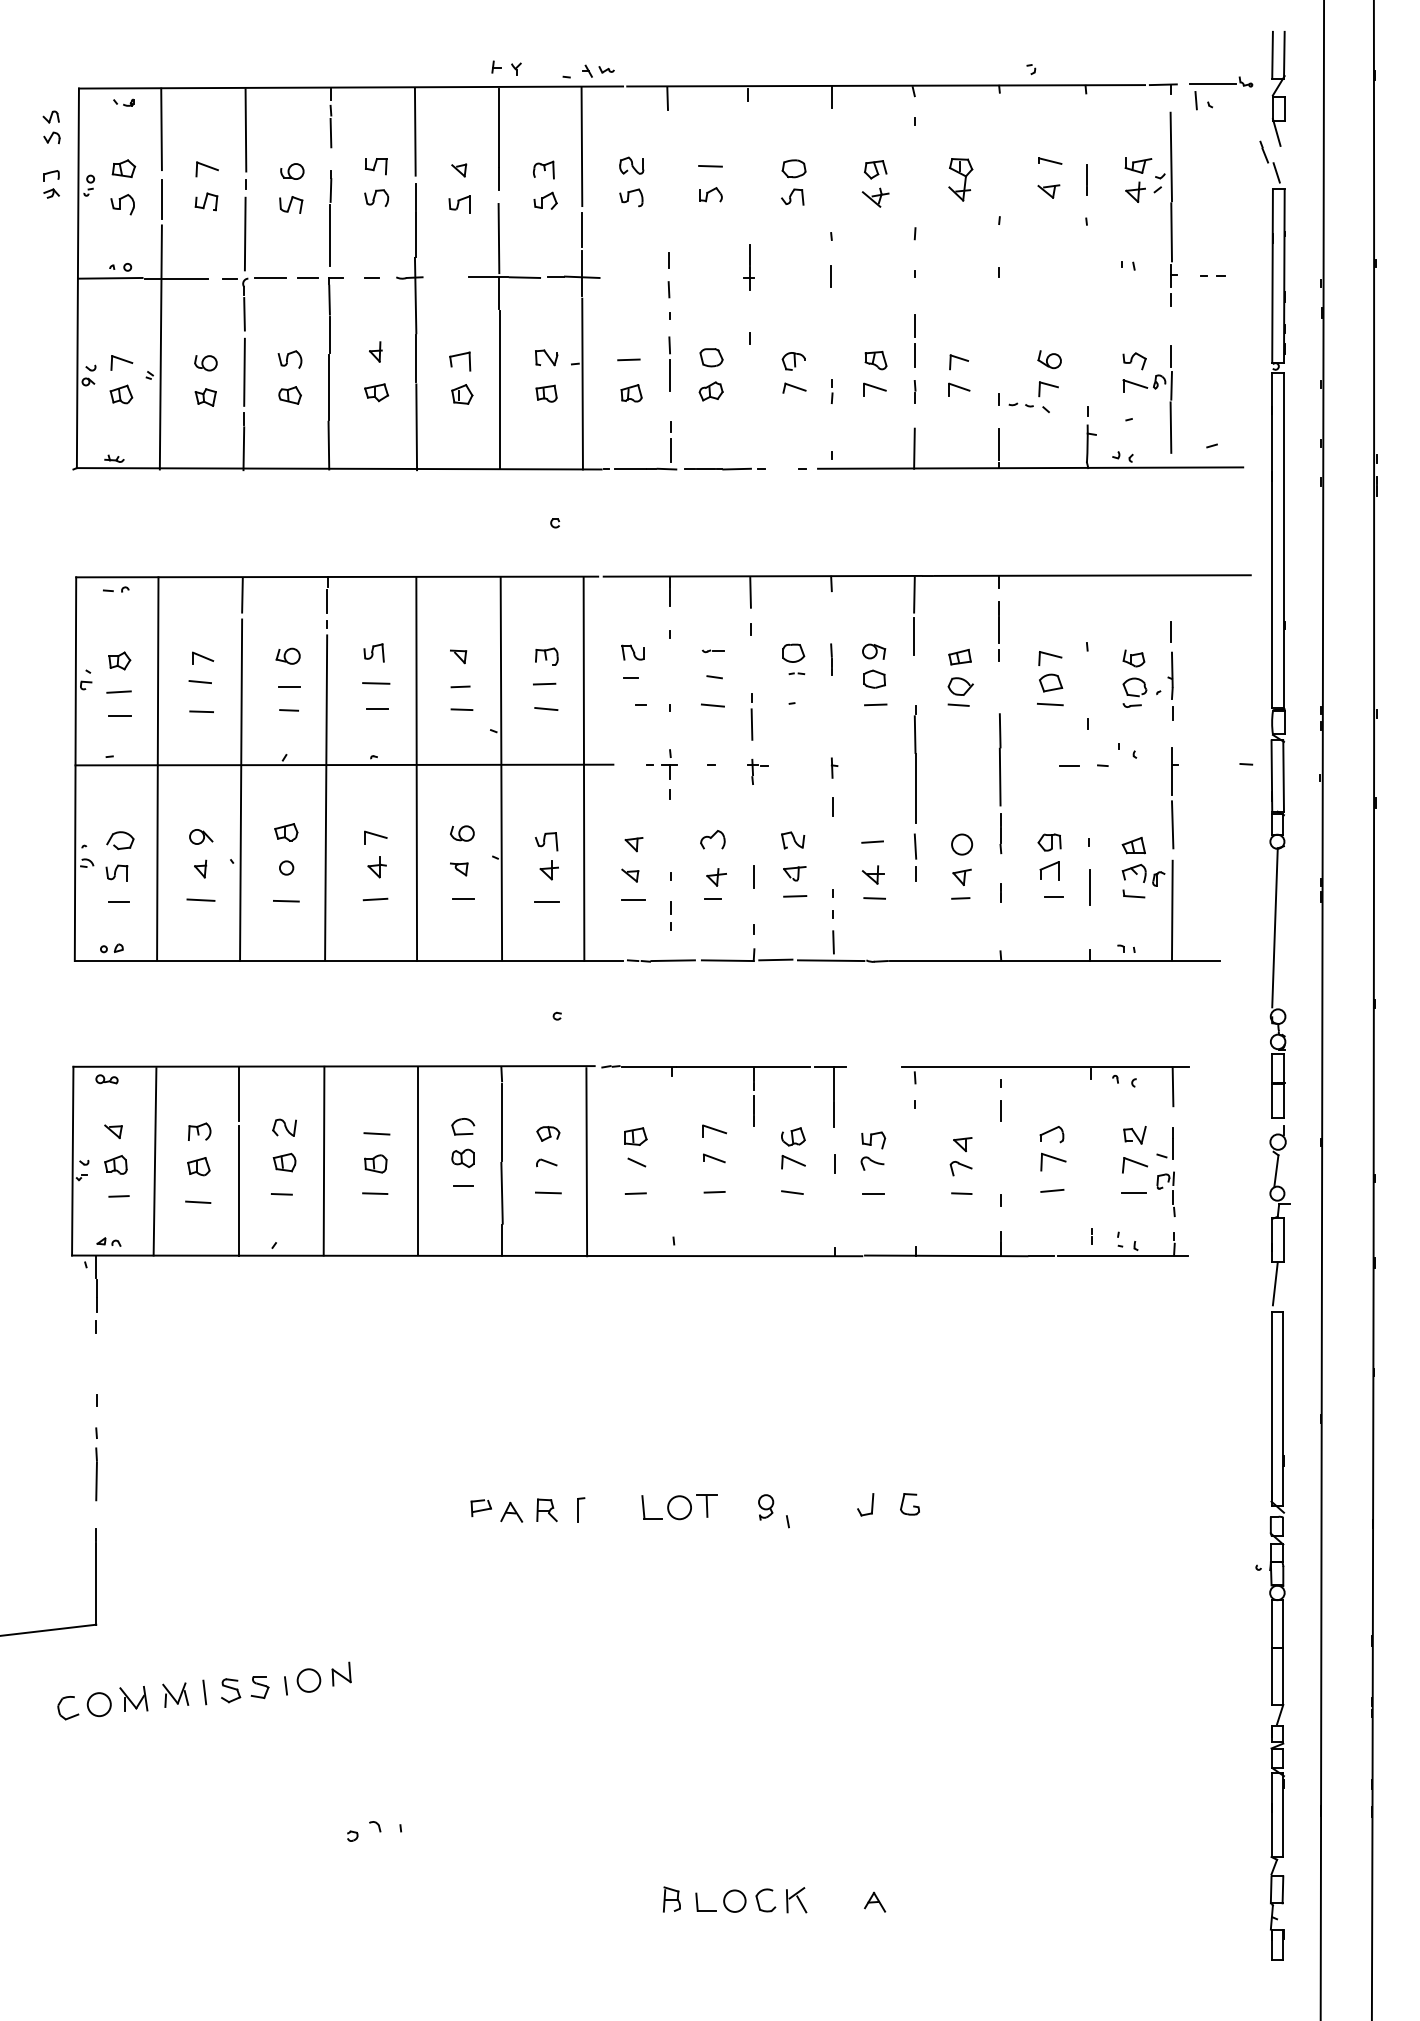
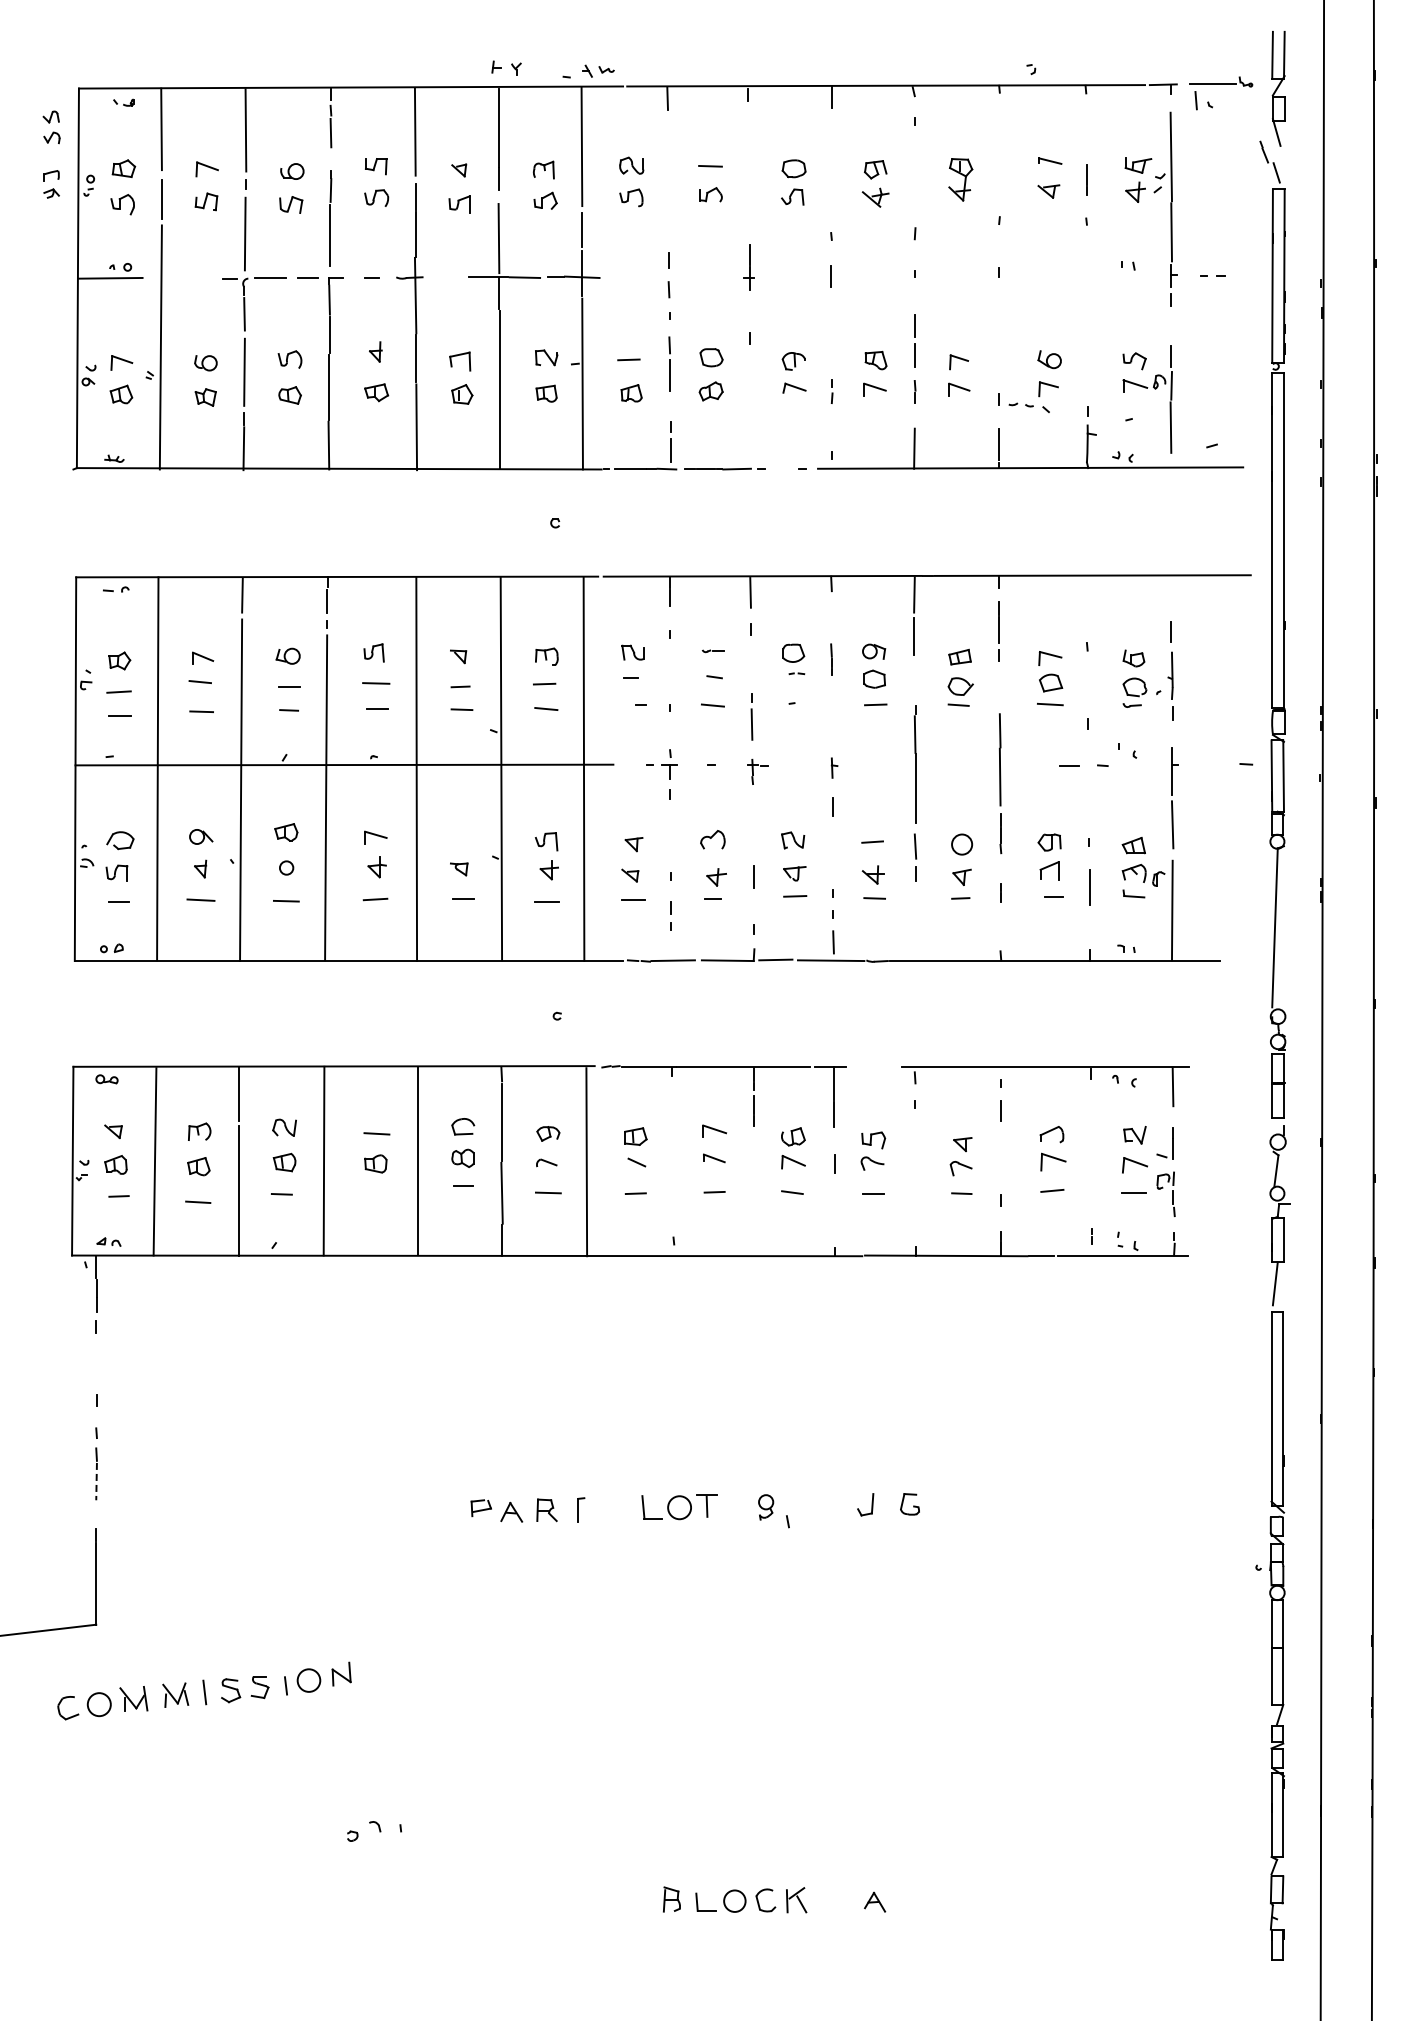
line at (176, 278): present -> none
part at (462, 833): present -> none
line at (375, 1193): present -> none
line at (96, 1481): solid -> dashed
